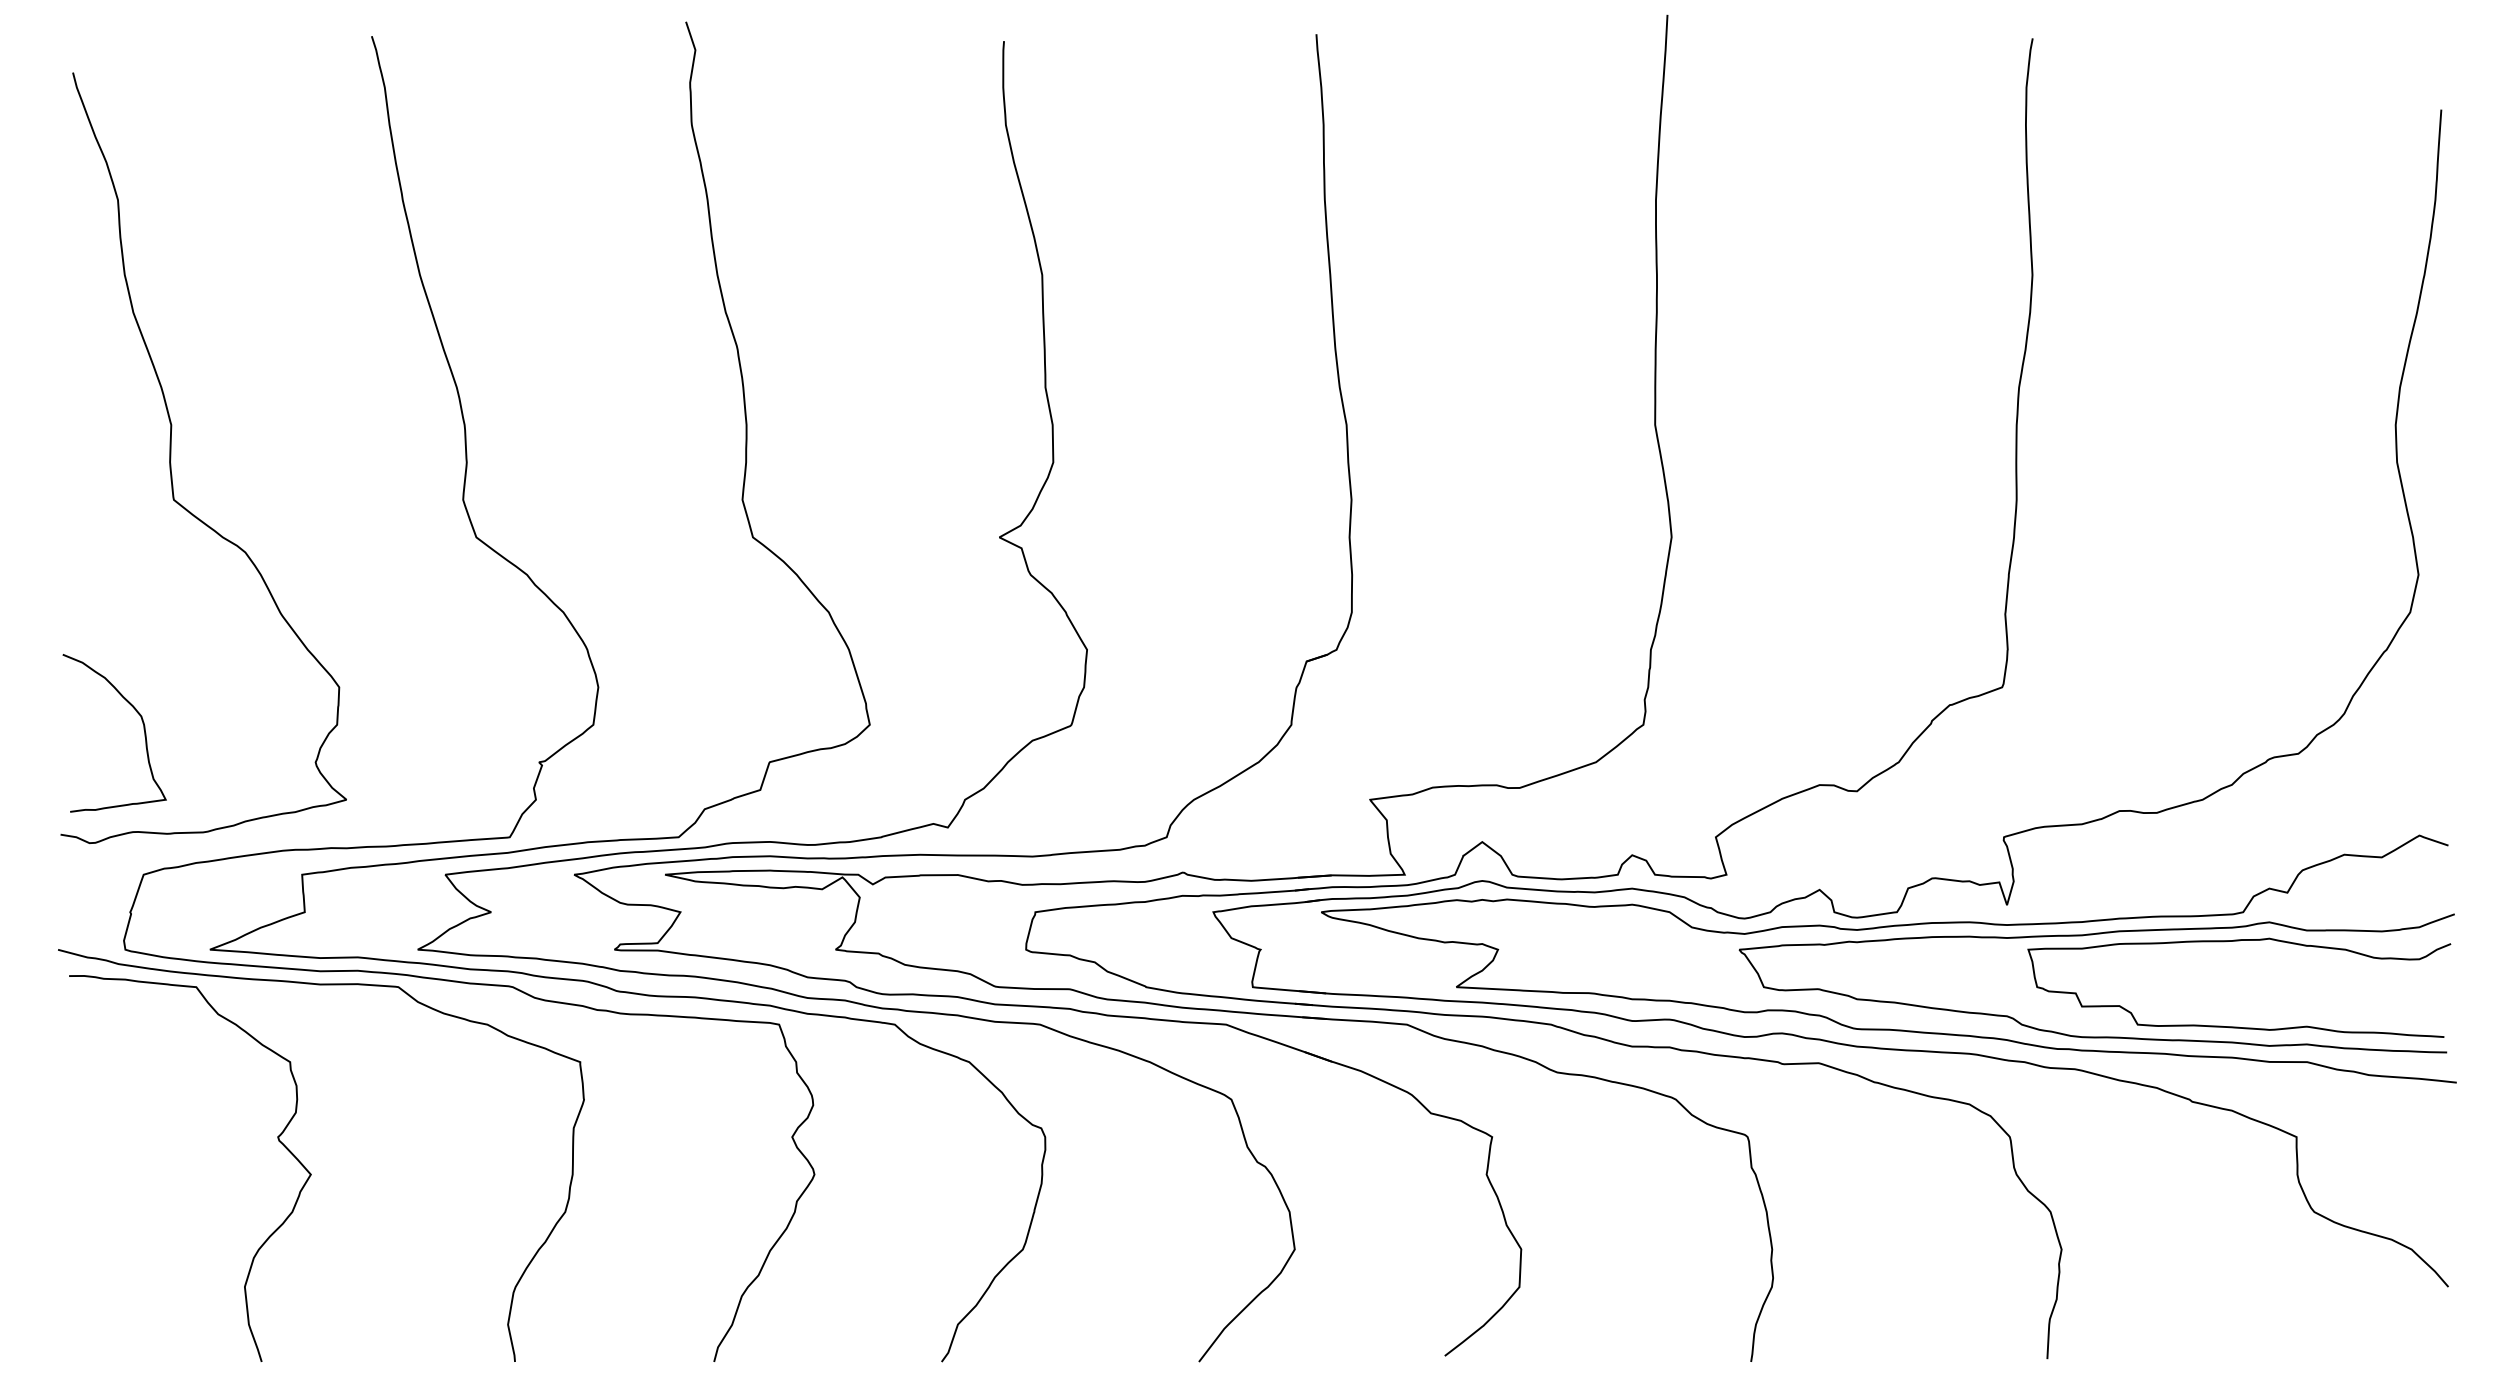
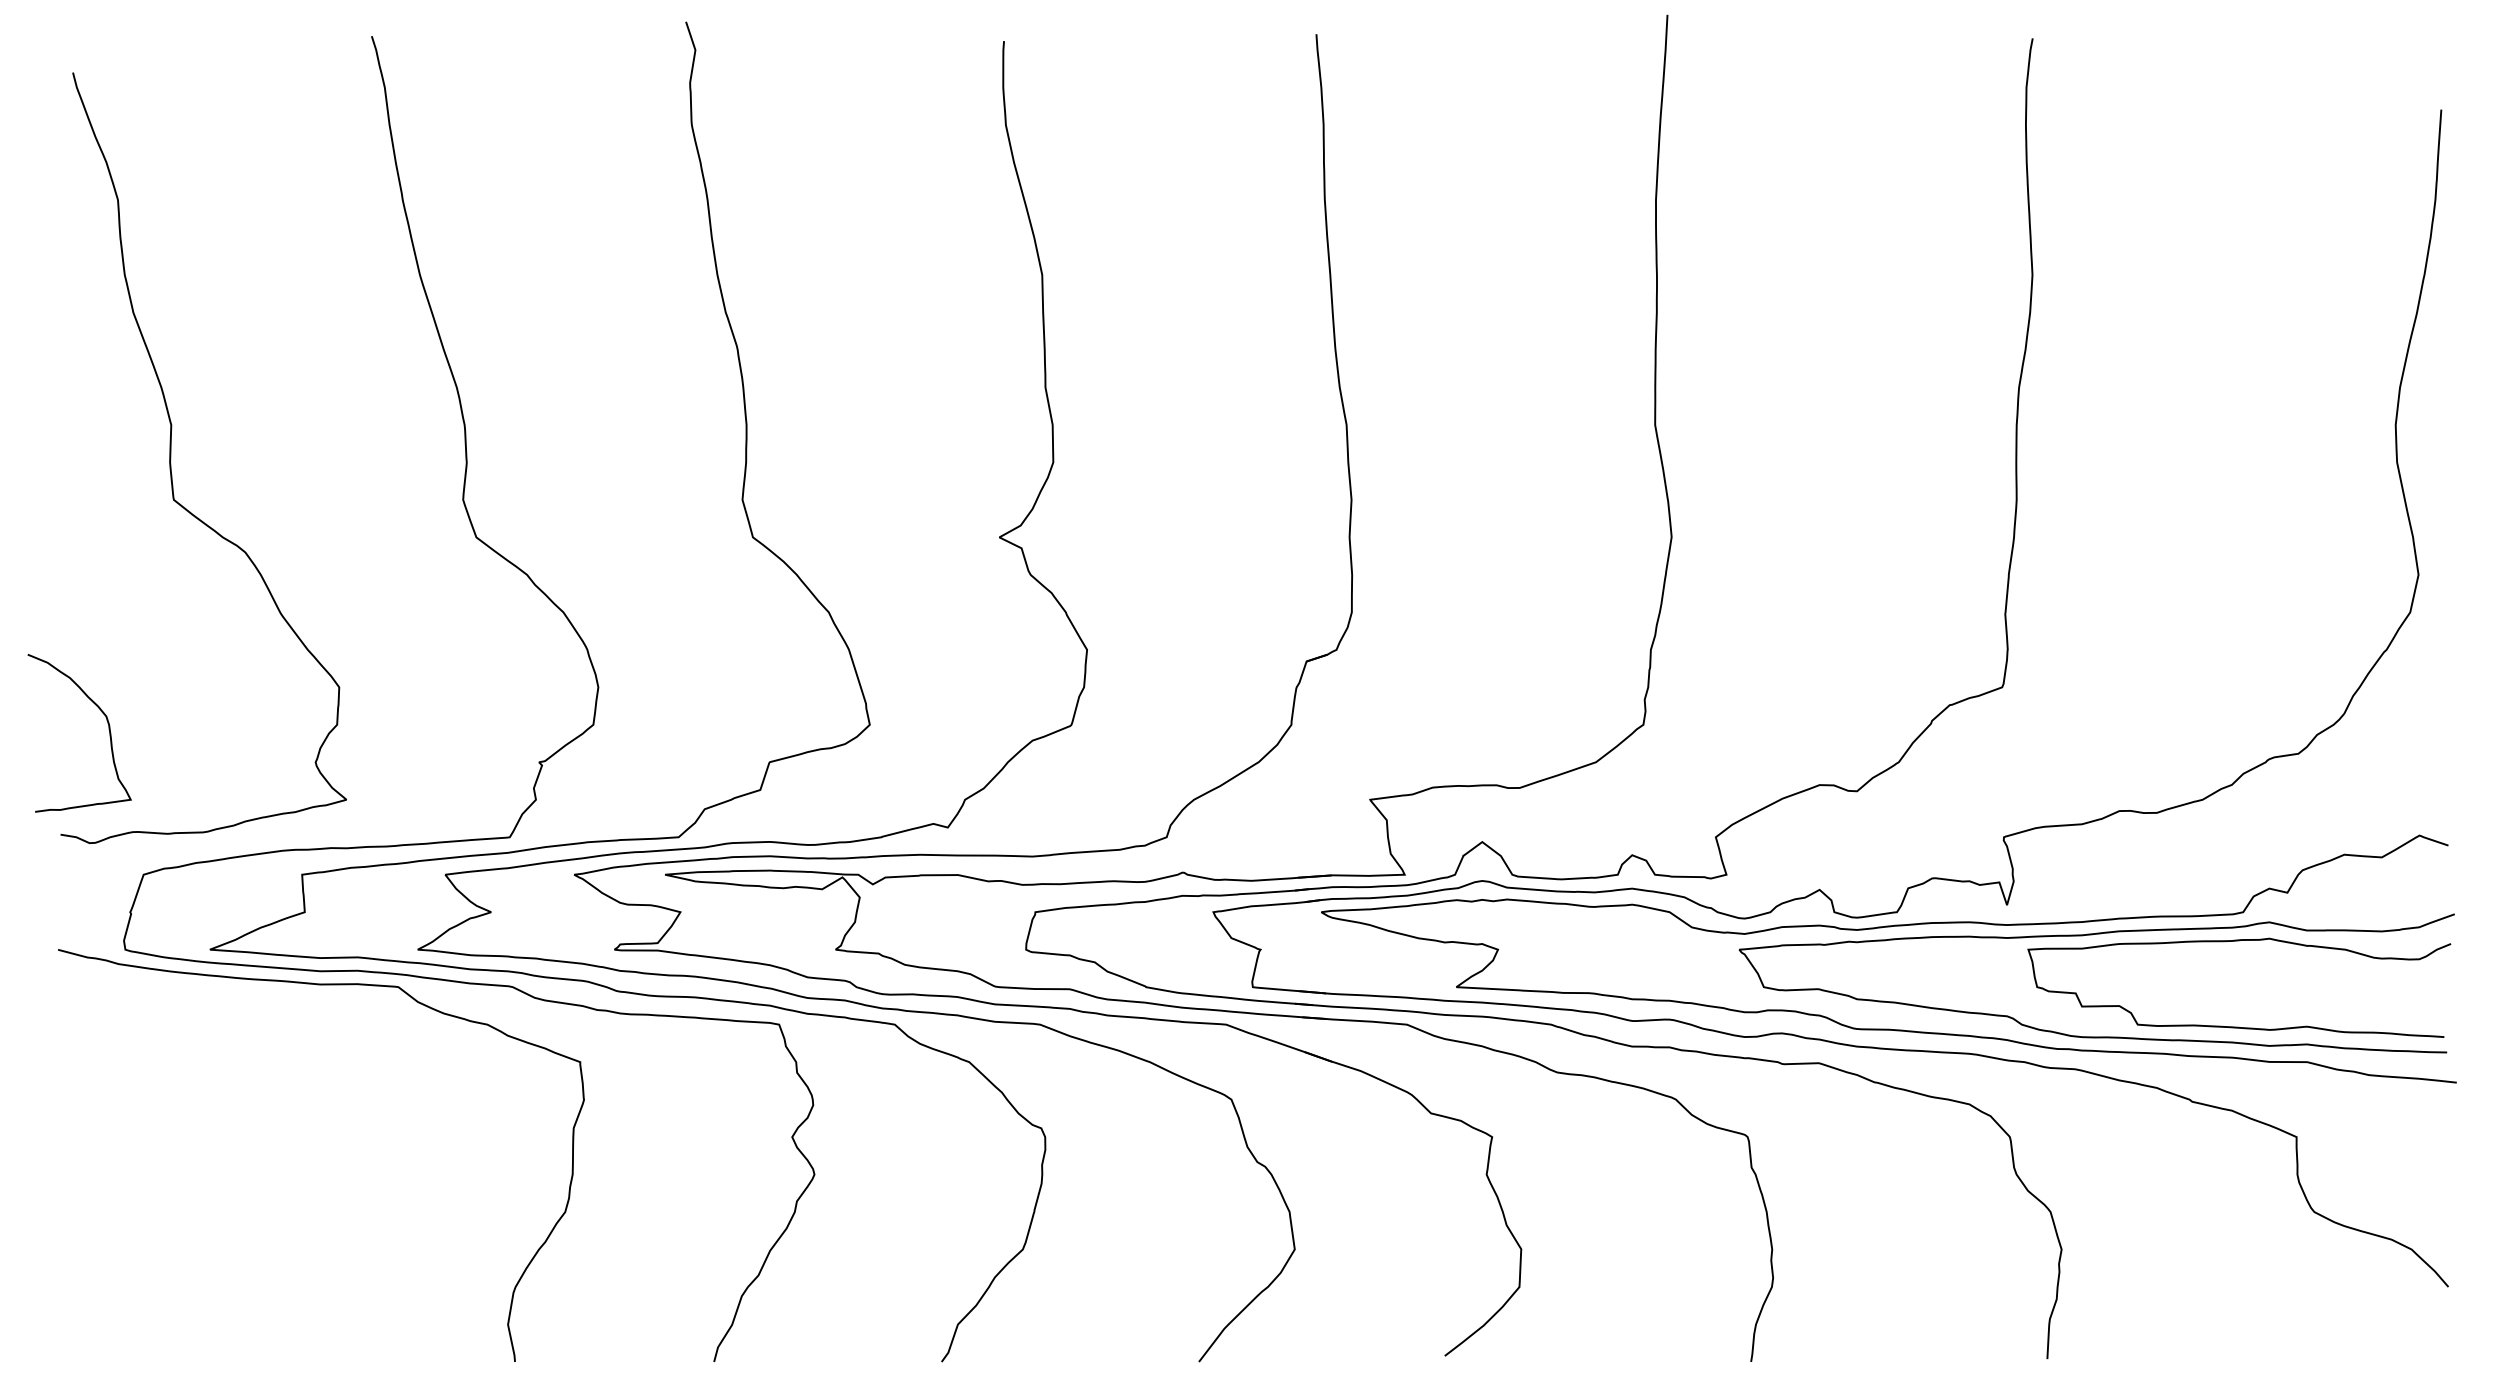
curve at (143, 729) position: (143, 729) -> (108, 729)
curve at (277, 1138): present -> none
